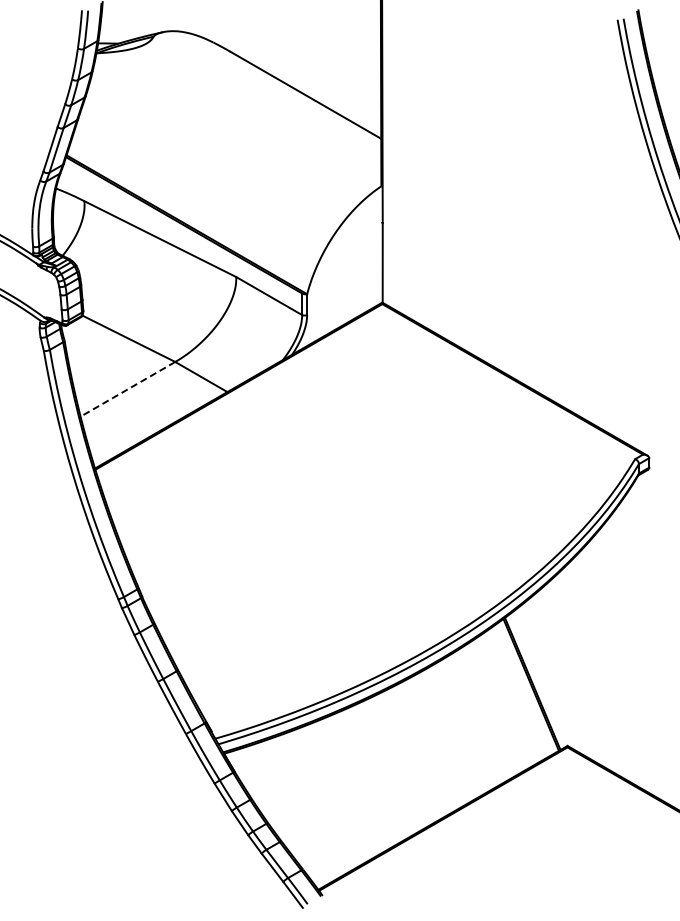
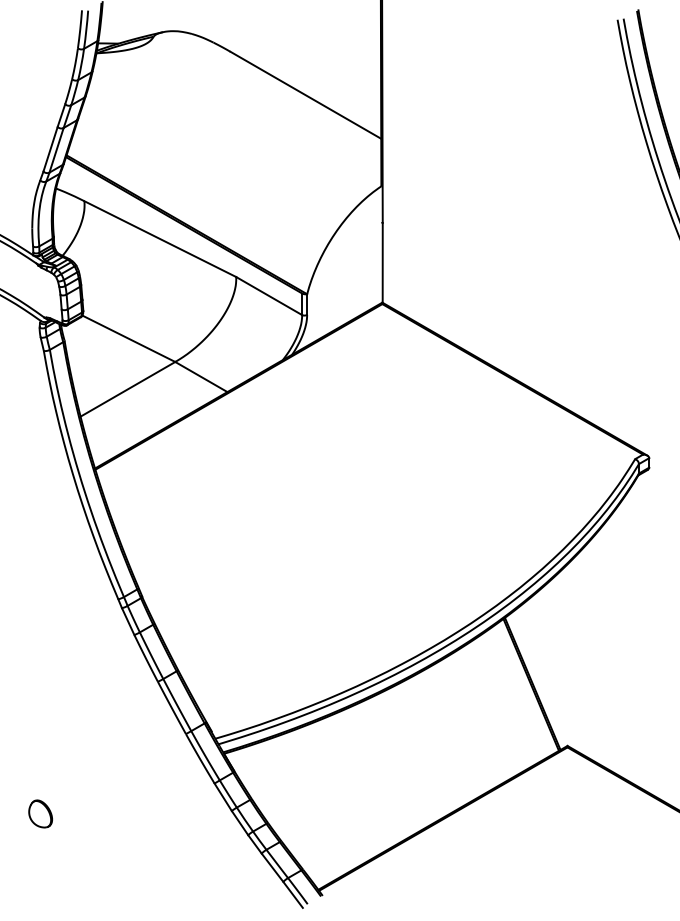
line at (127, 389): dashed -> solid
part at (40, 813): none -> present
